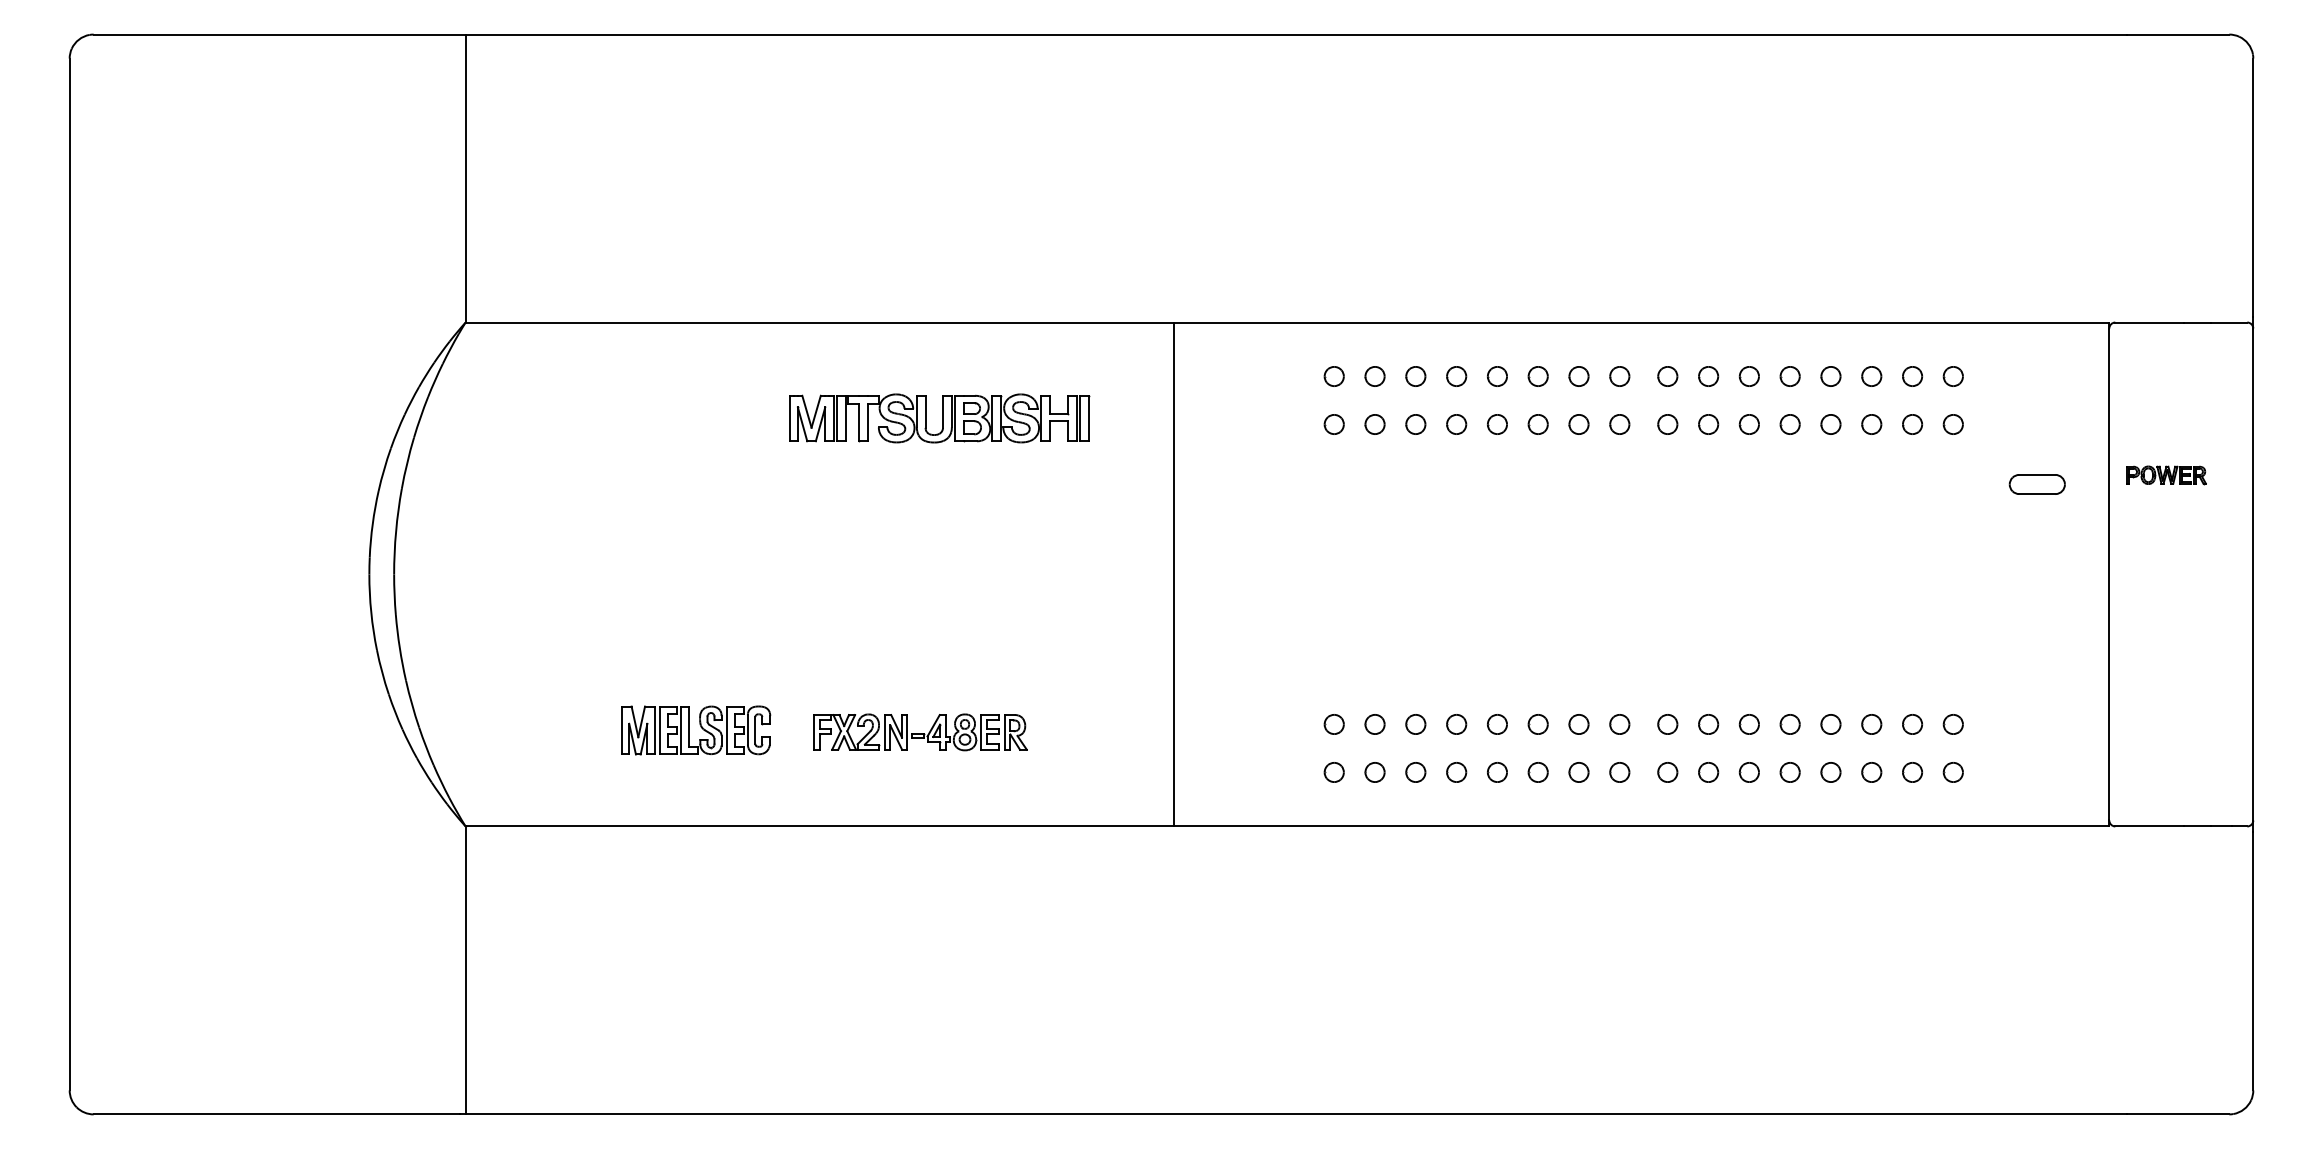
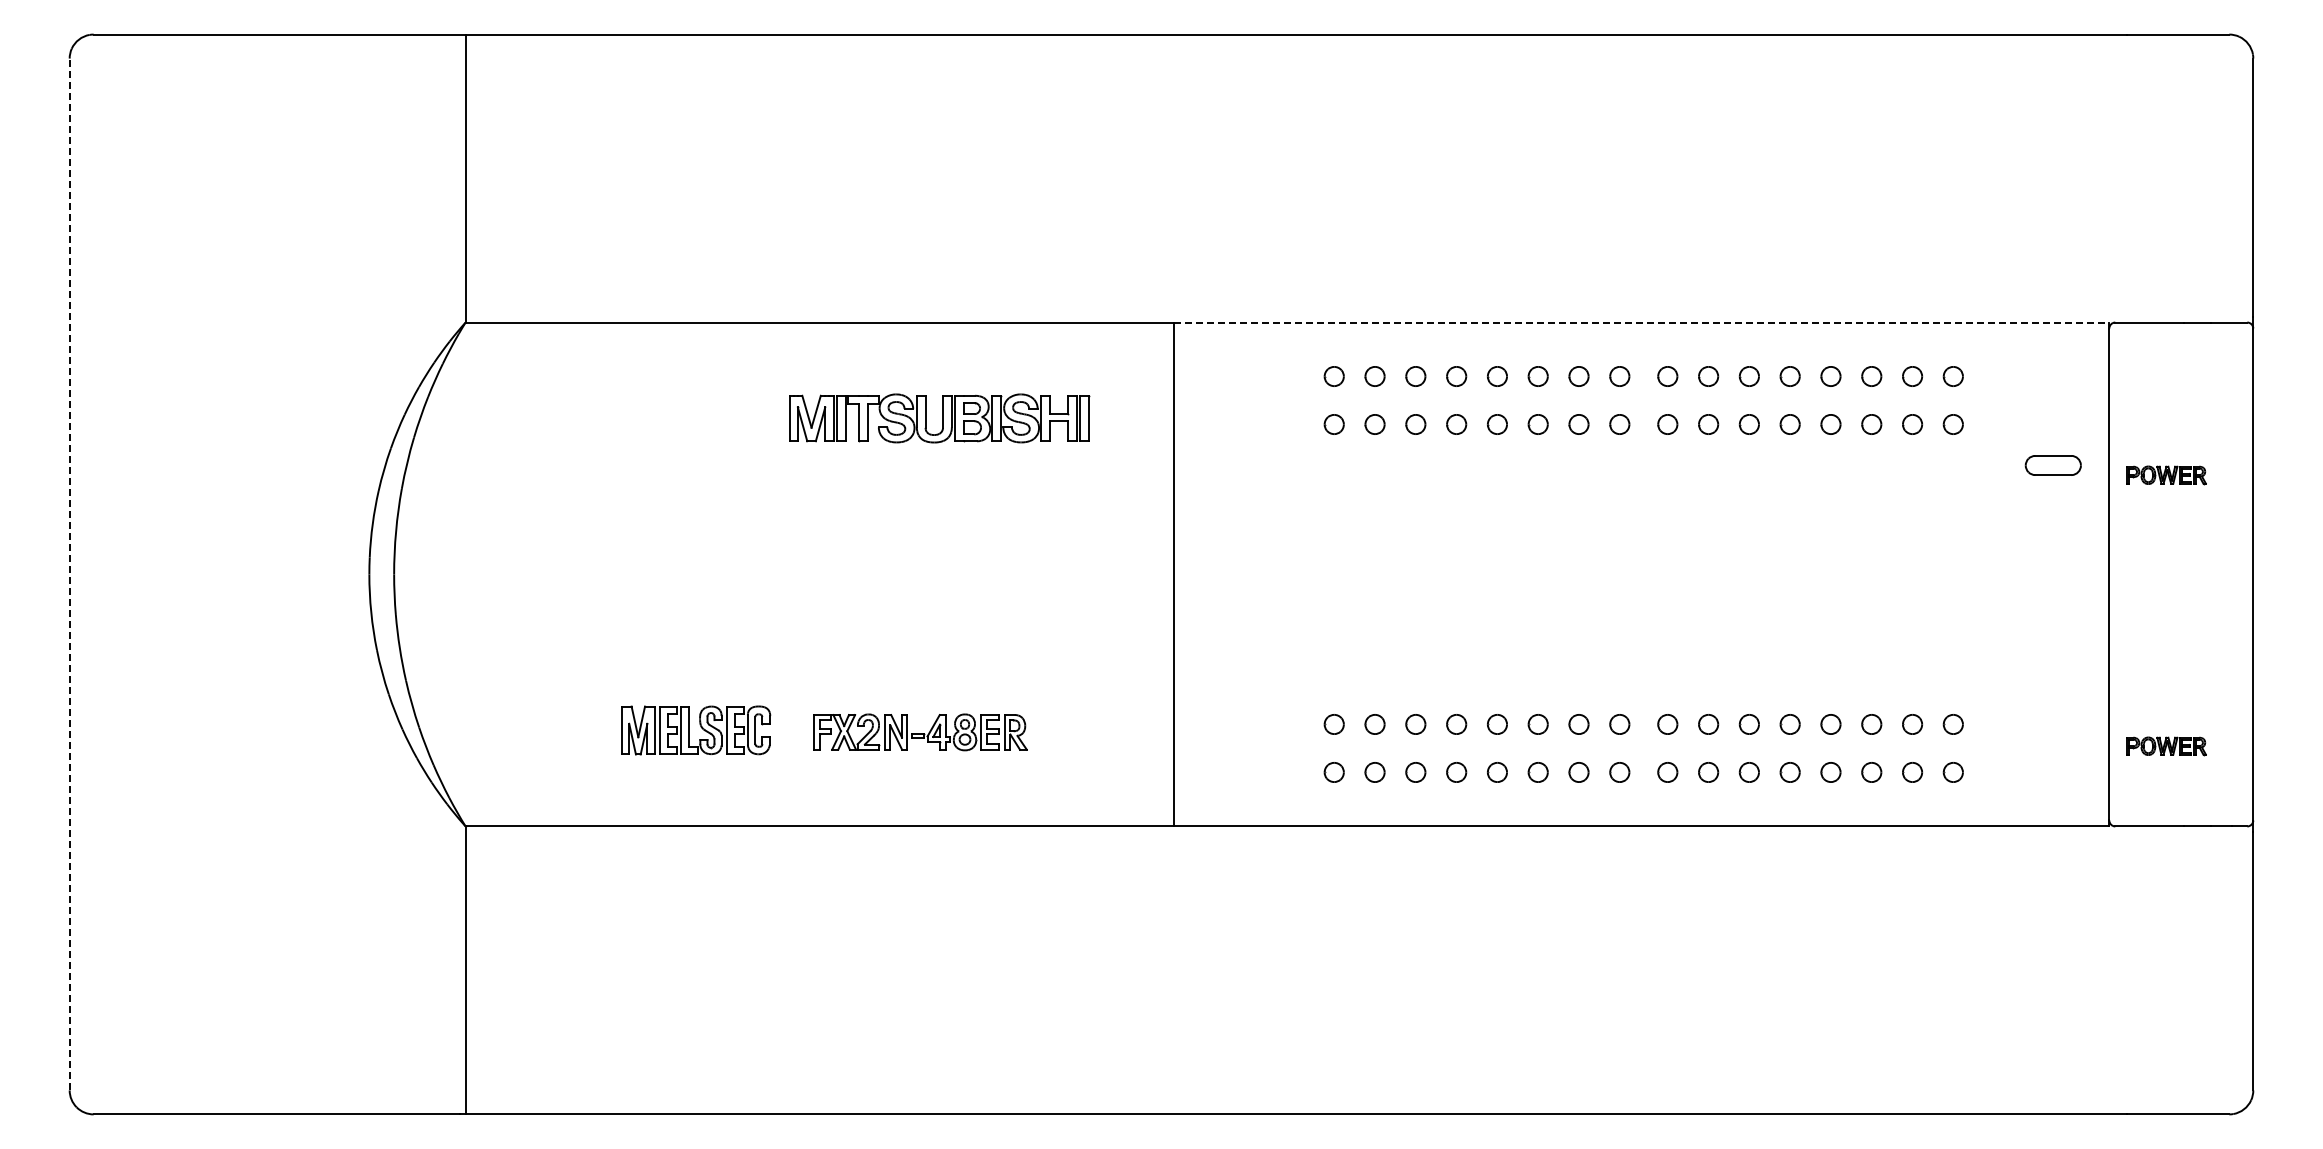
line at (1641, 322): solid -> dashed
part at (2036, 484) position: (2036, 484) -> (2052, 465)
line at (69, 574): solid -> dashed
part at (2166, 746): none -> present
